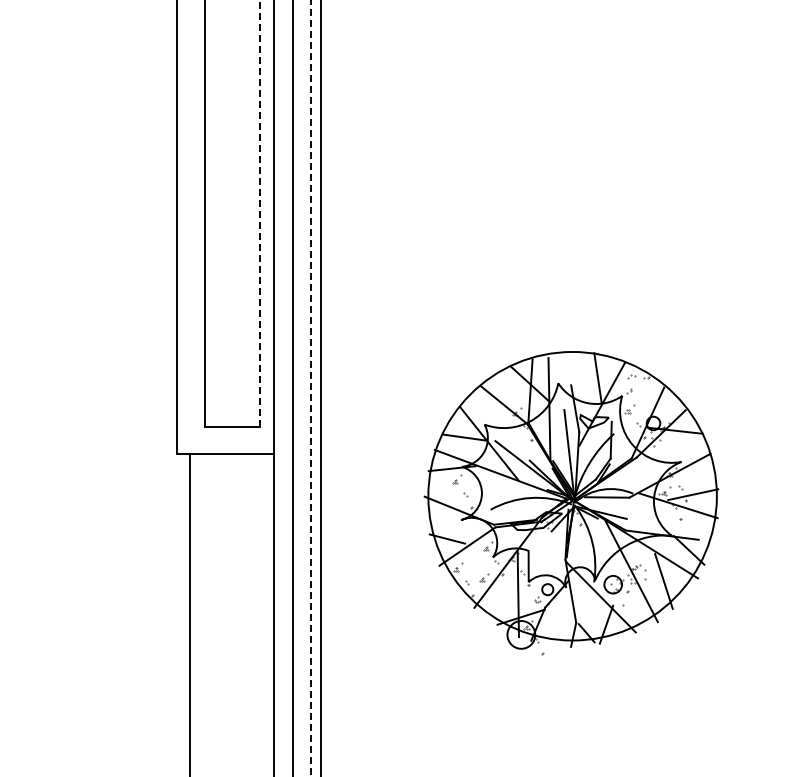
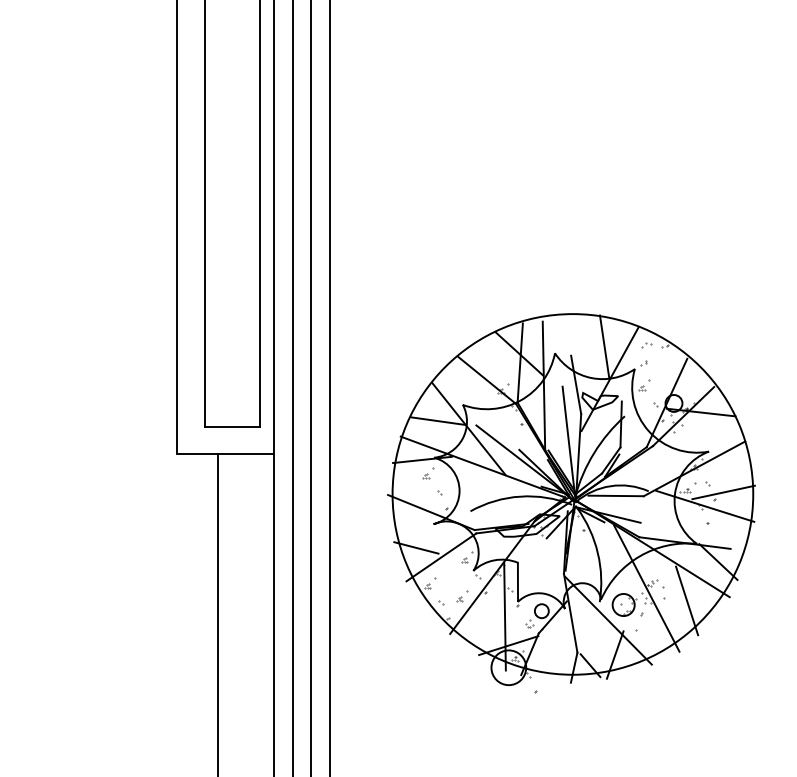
line at (260, 213): dashed -> solid
line at (320, 387) position: (320, 387) -> (329, 387)
line at (311, 388): dashed -> solid
part at (571, 503) size: 297x305 px -> 369x381 px
line at (190, 613) position: (190, 613) -> (218, 613)
